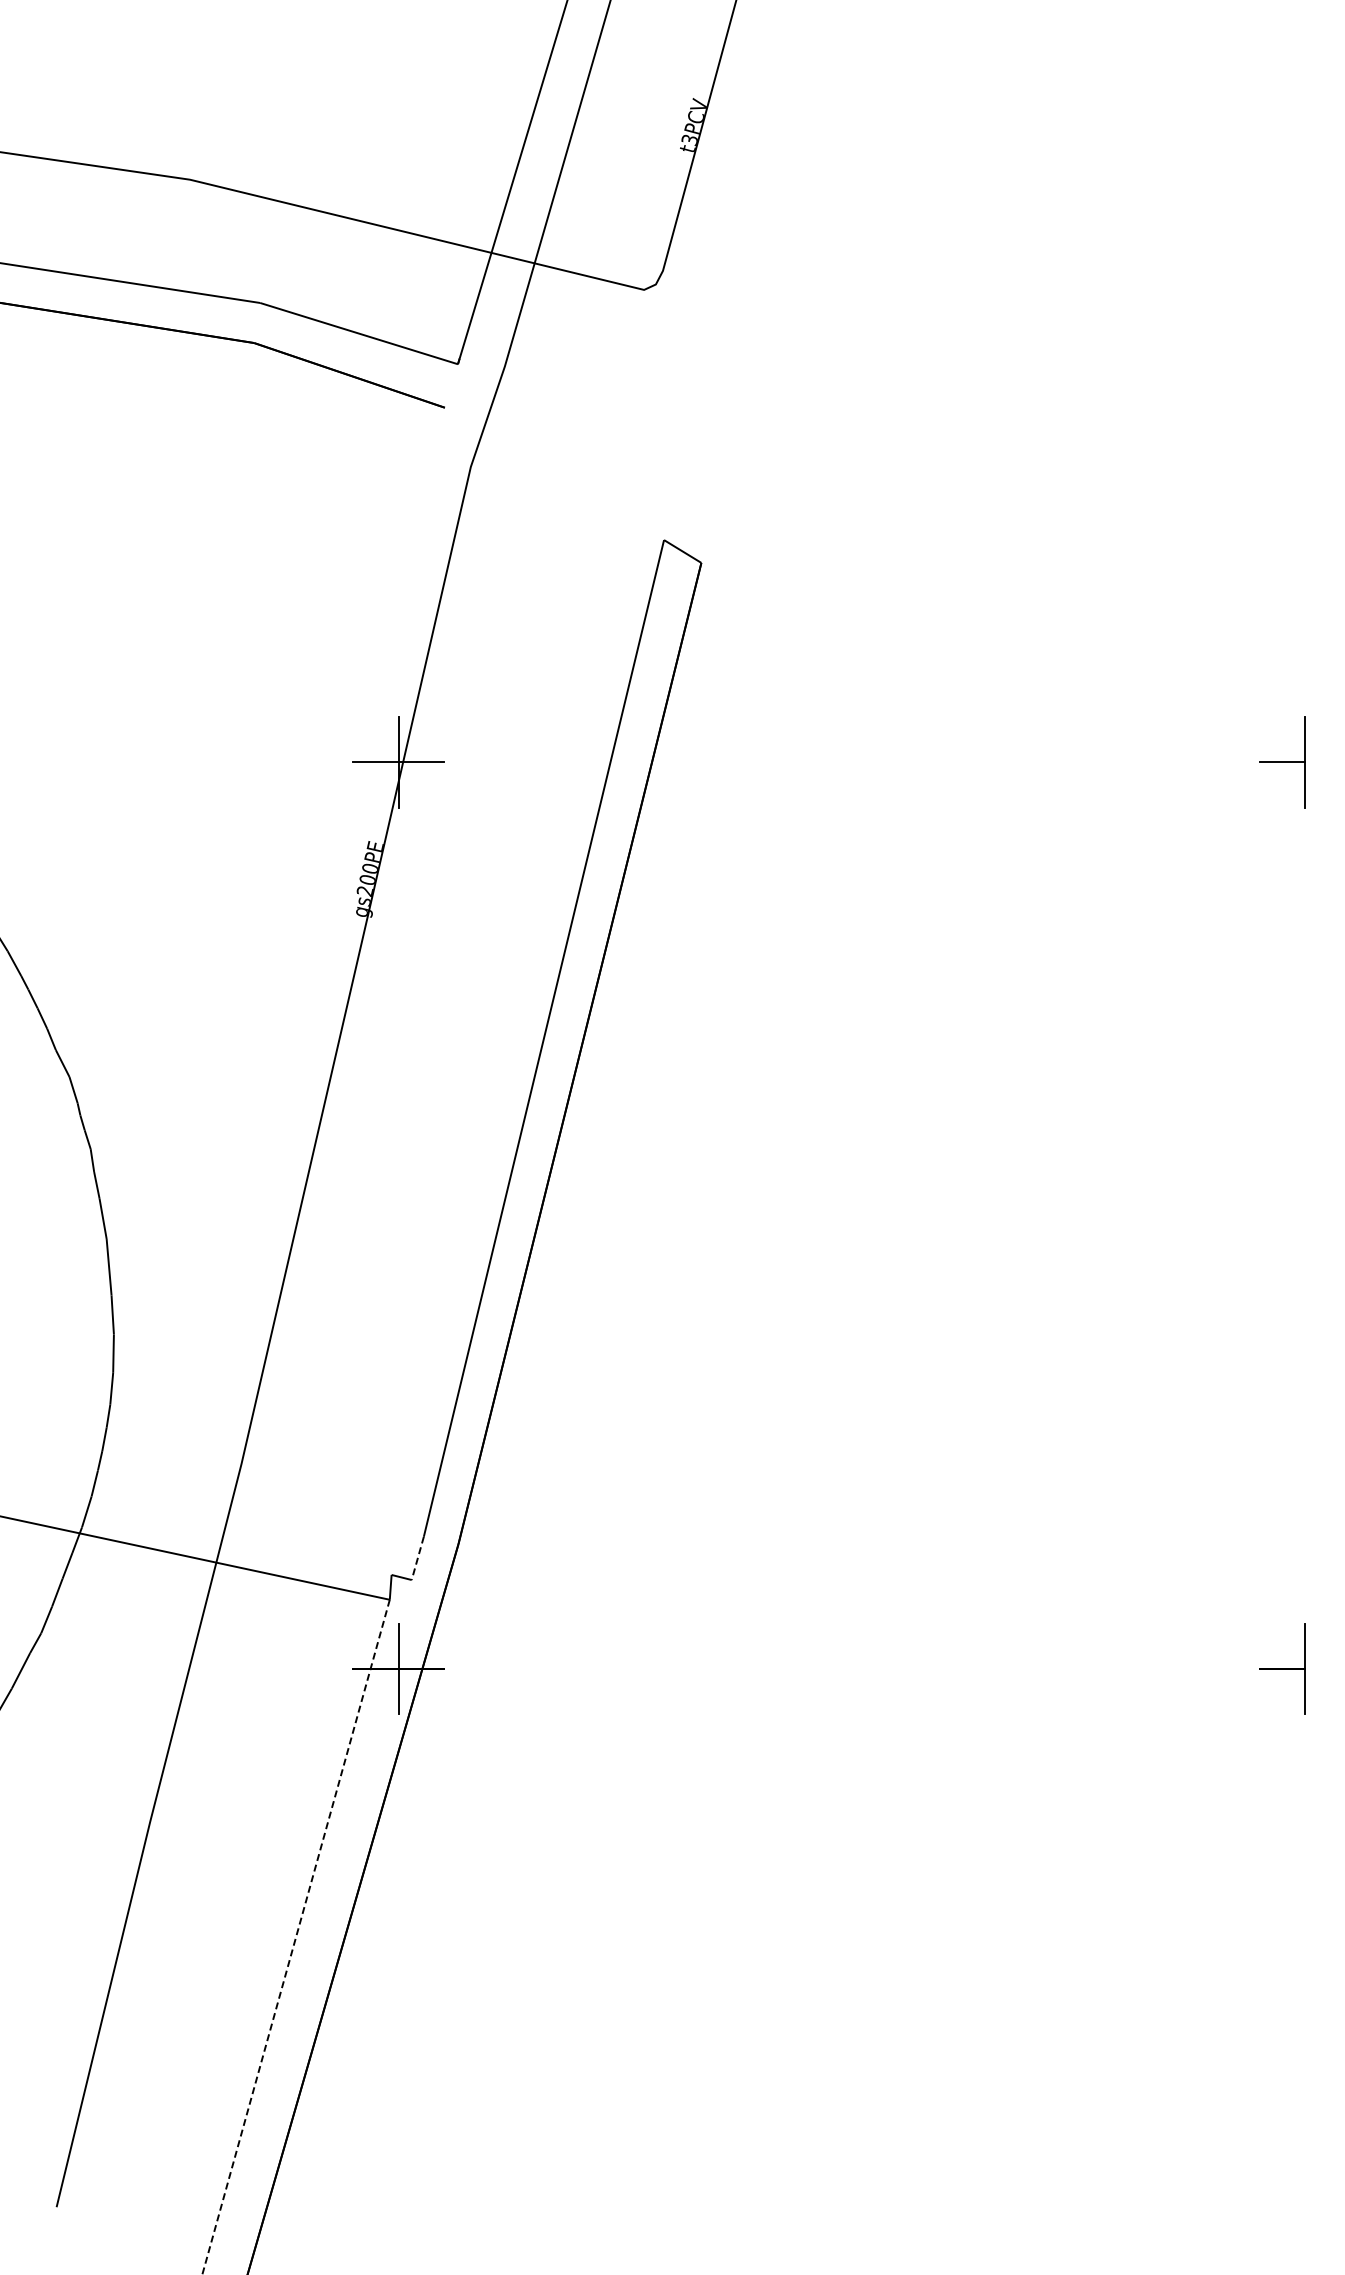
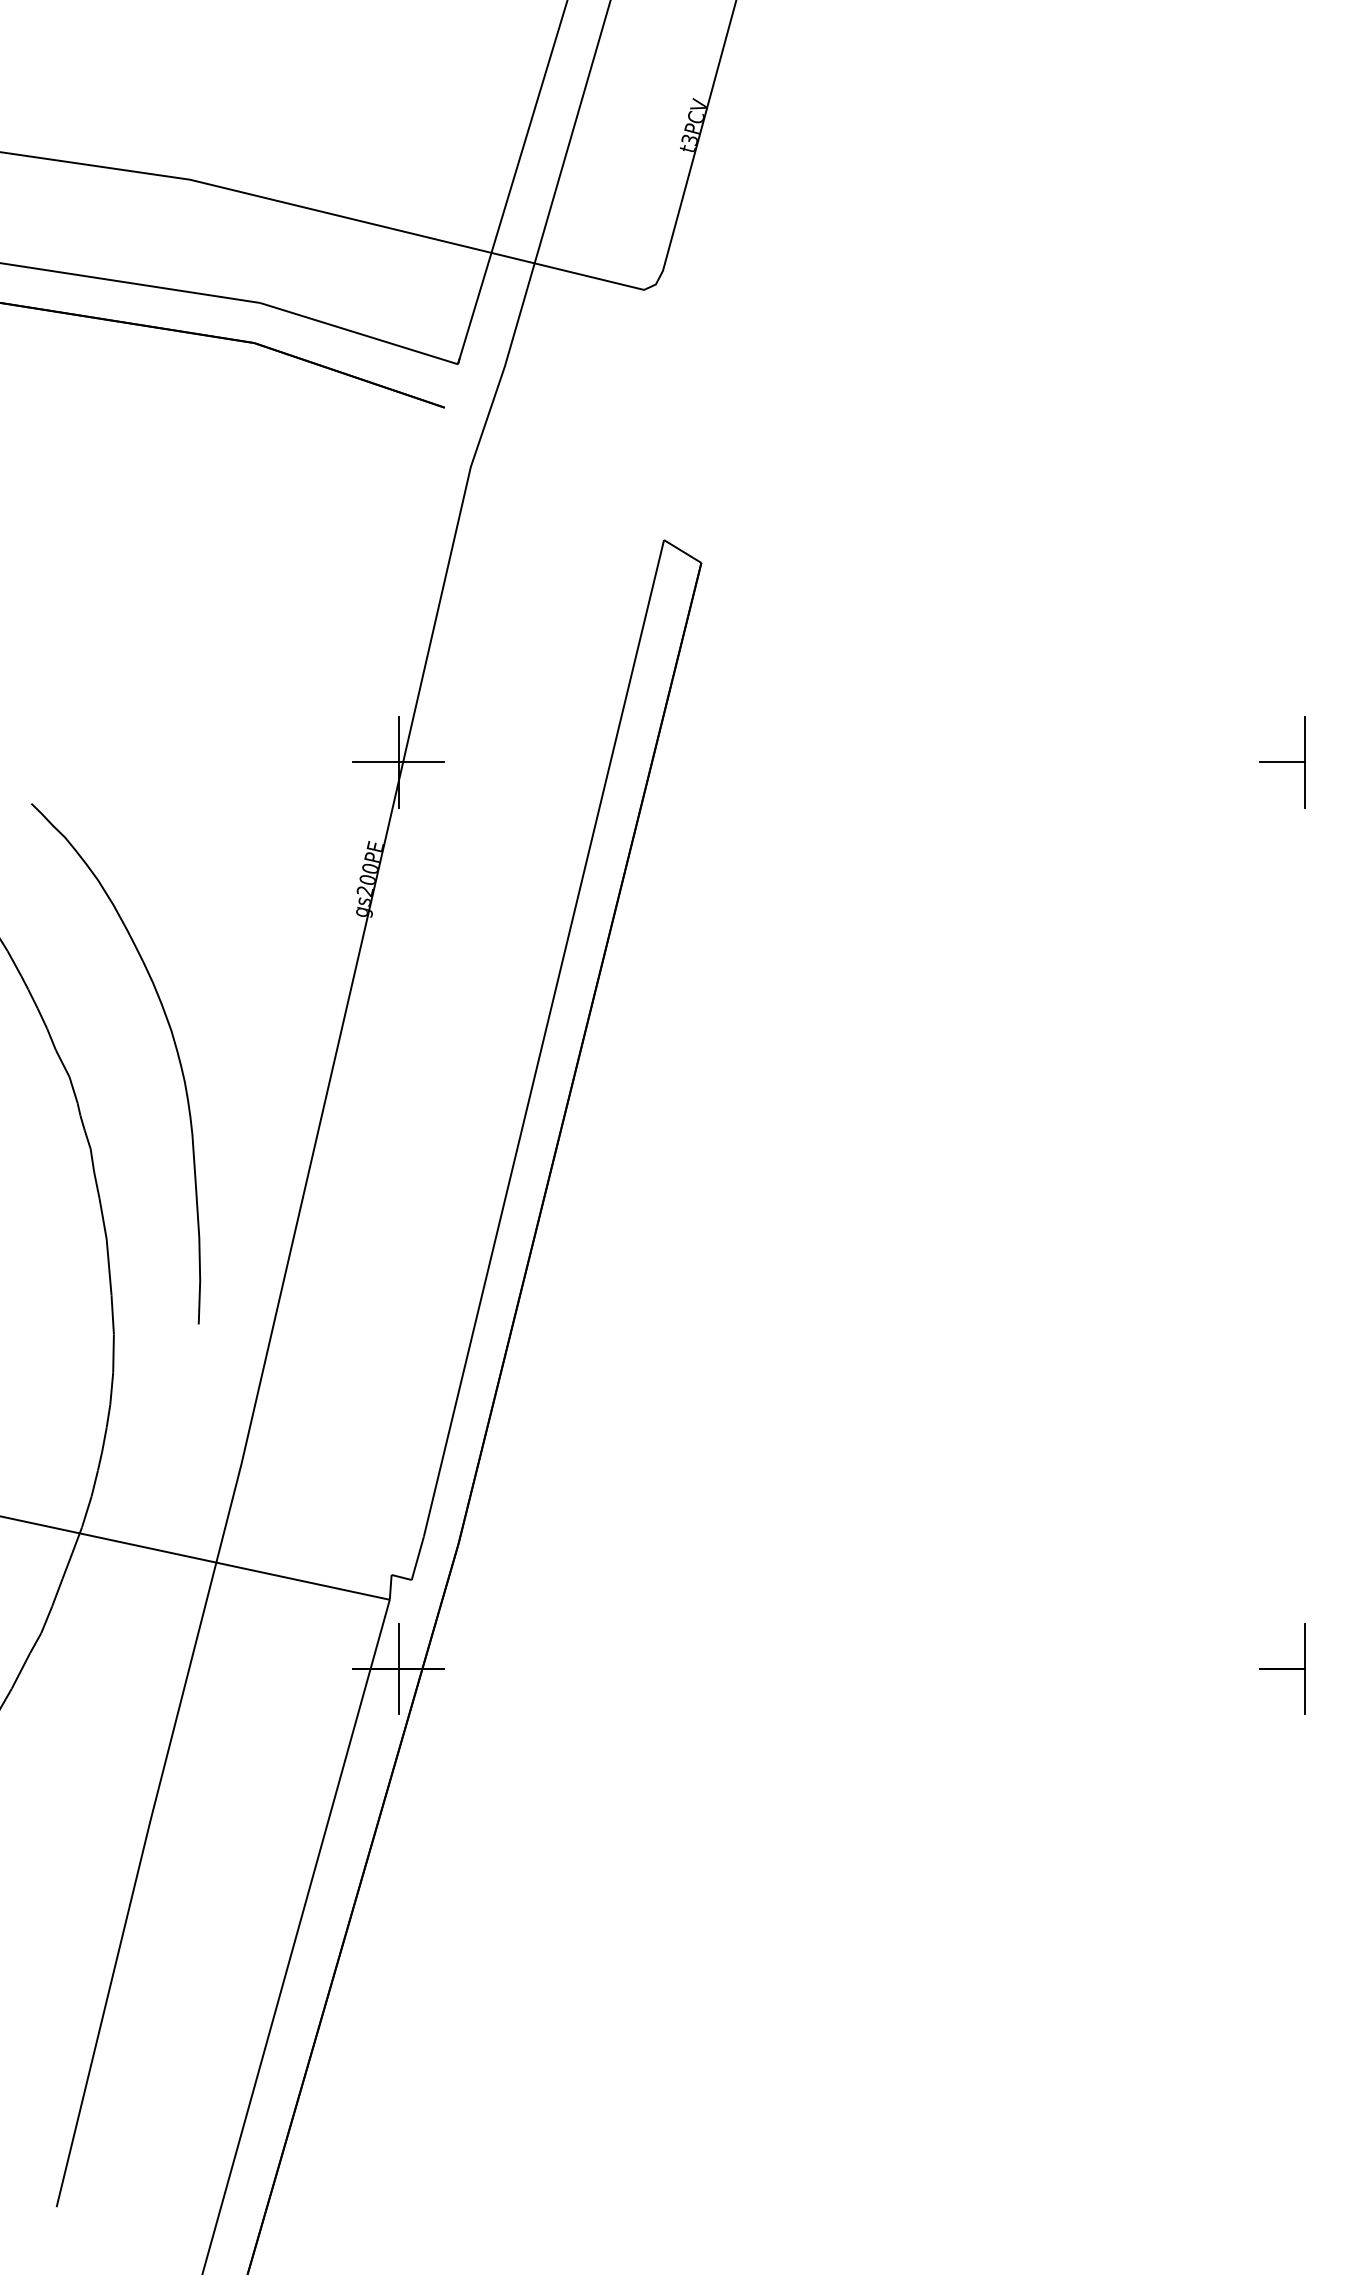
curve at (175, 1049): none -> present
line at (417, 1558): dashed -> solid
line at (295, 1937): dashed -> solid
